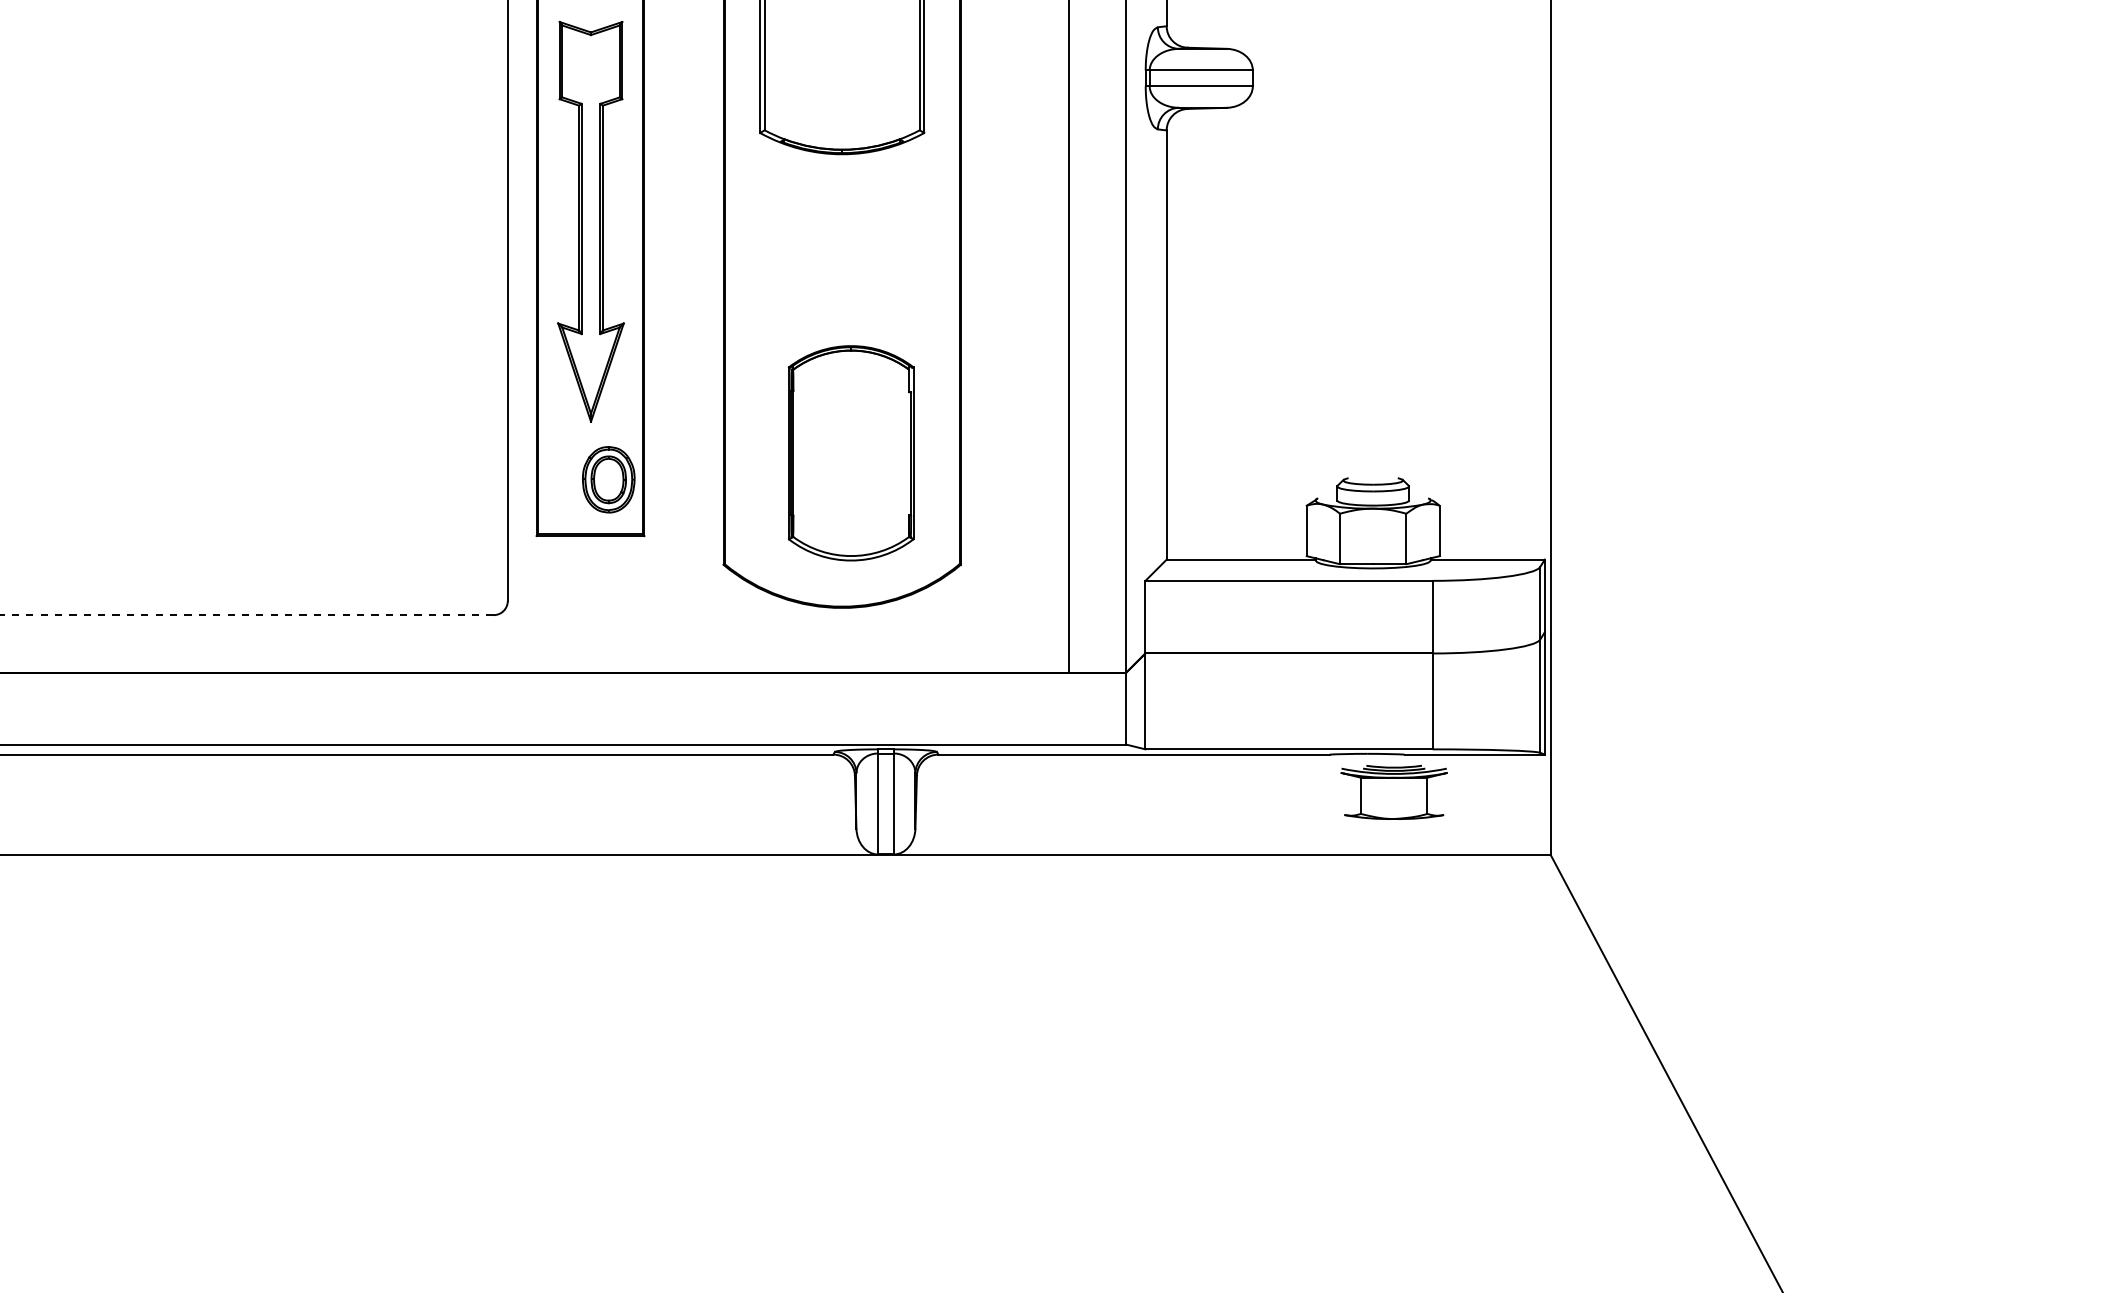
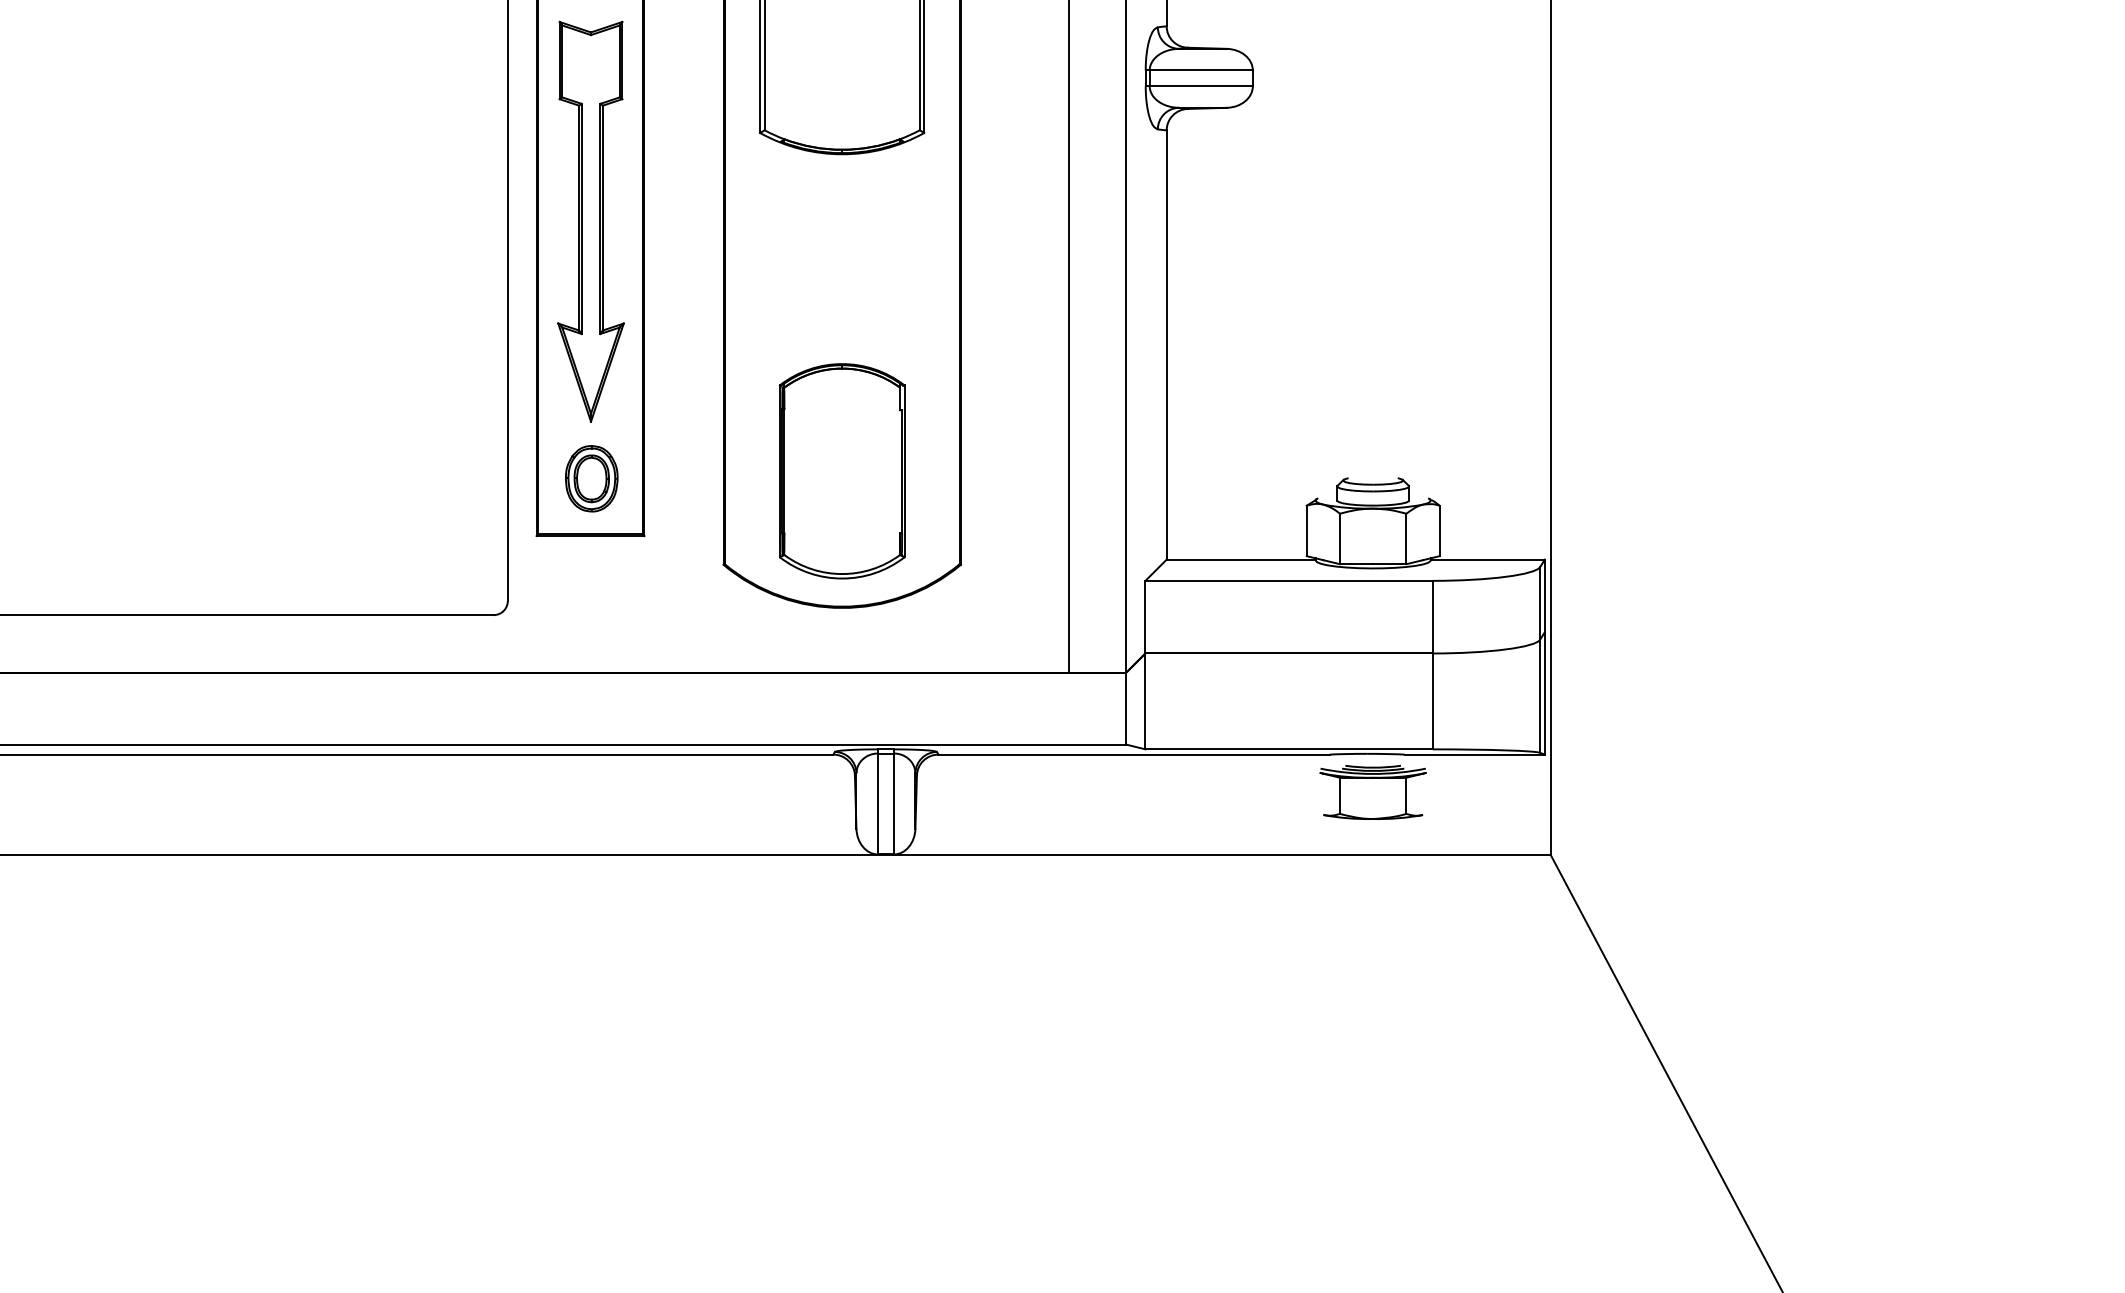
part at (850, 453) position: (850, 453) -> (841, 471)
part at (608, 479) position: (608, 479) -> (591, 478)
line at (246, 615): dashed -> solid
part at (1393, 792) position: (1393, 792) -> (1372, 792)
